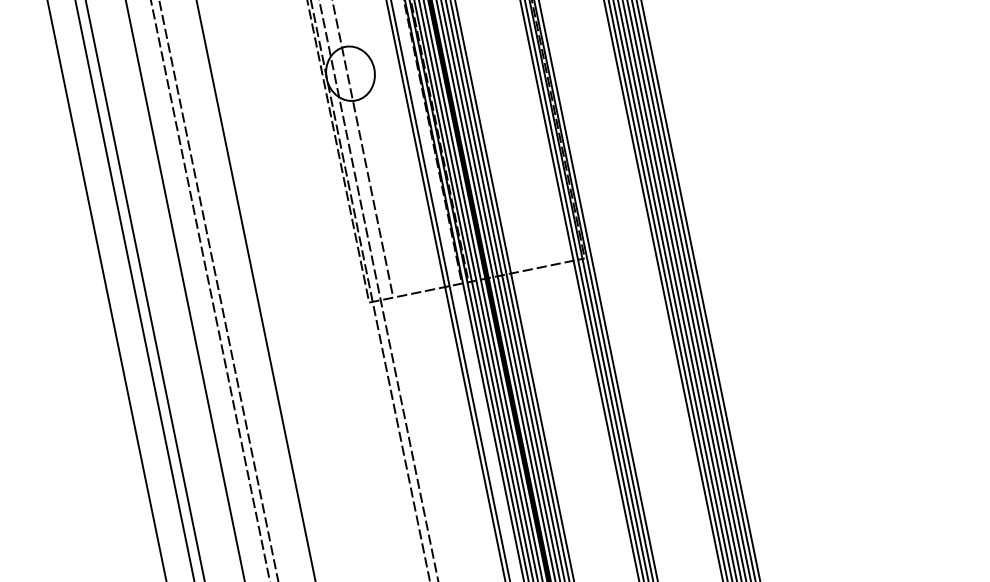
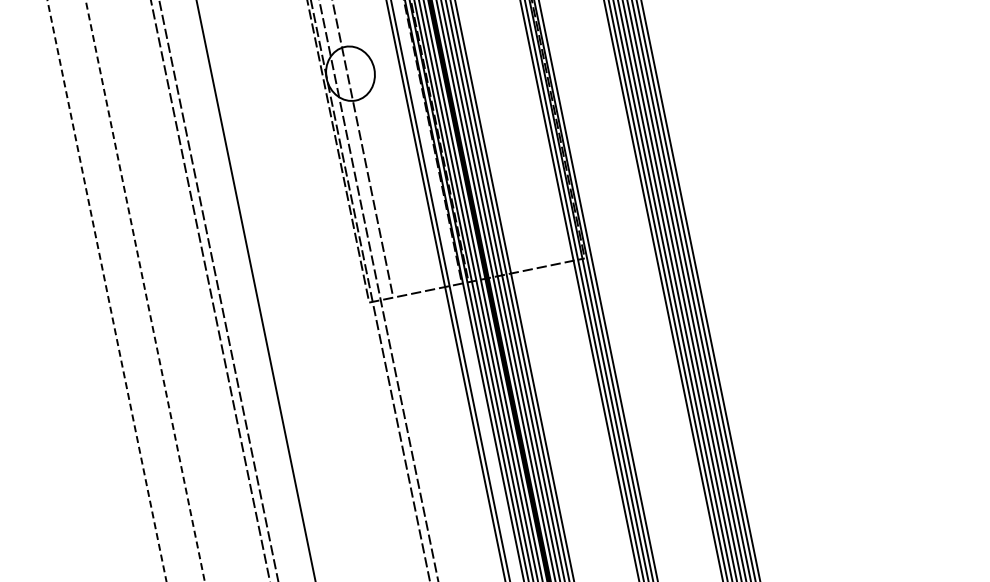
line at (106, 290): solid -> dashed
line at (134, 290): present -> none
line at (185, 290): present -> none
line at (145, 291): solid -> dashed
